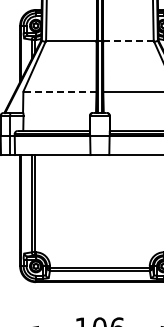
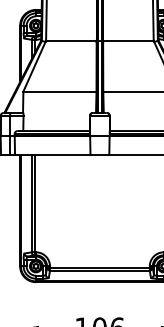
line at (127, 40): dashed -> solid
line at (59, 91): dashed -> solid
